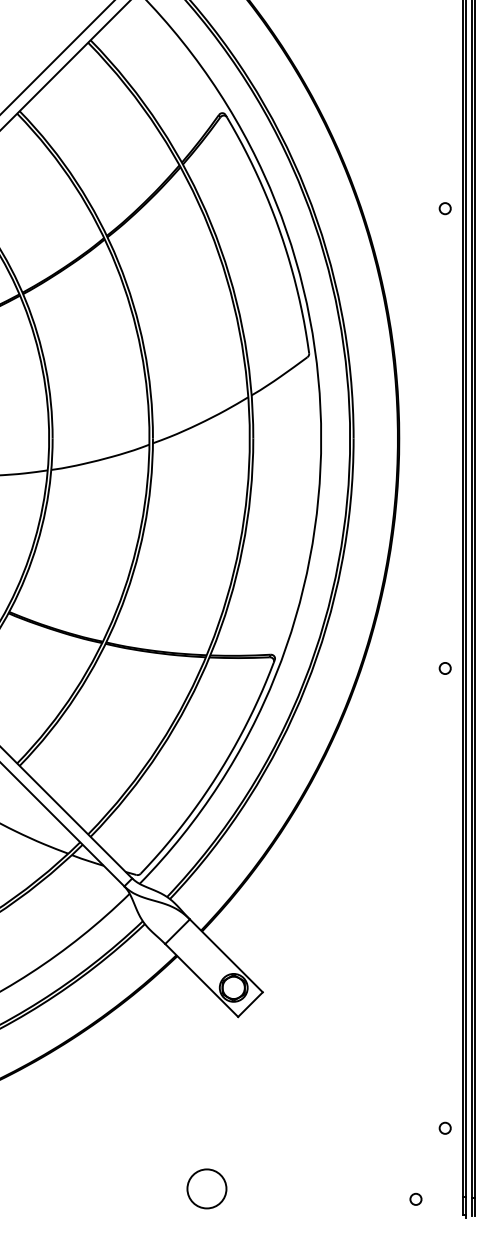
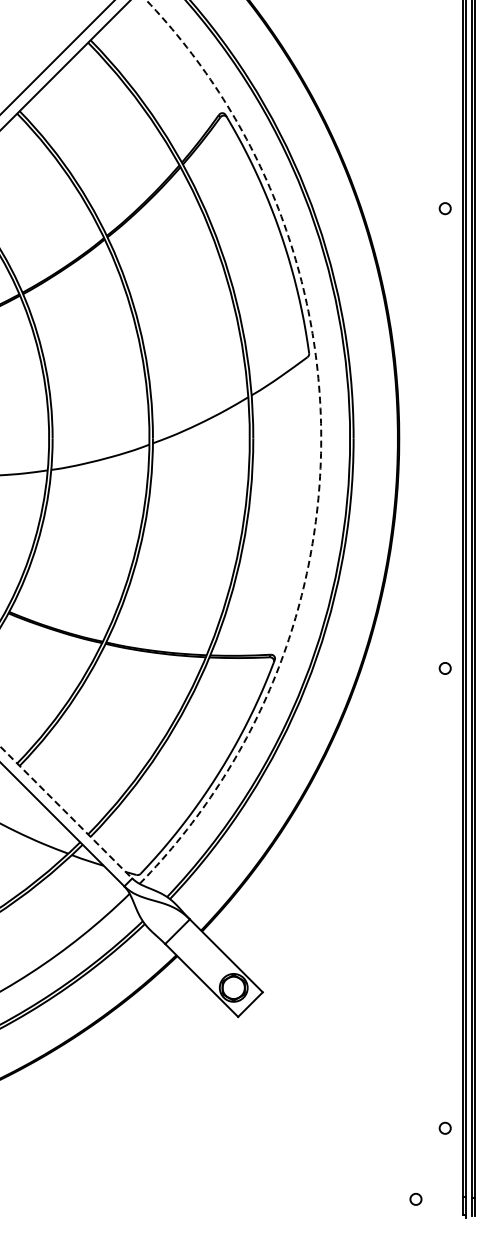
arc at (321, 442): solid -> dashed
line at (66, 812): solid -> dashed
circle at (206, 1188): present -> none
